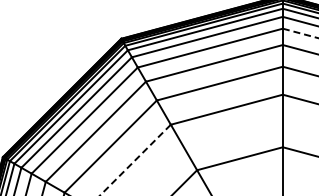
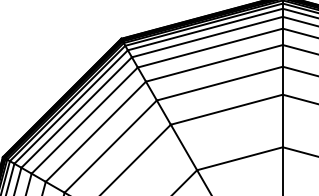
line at (301, 33): dashed -> solid
line at (135, 160): dashed -> solid
